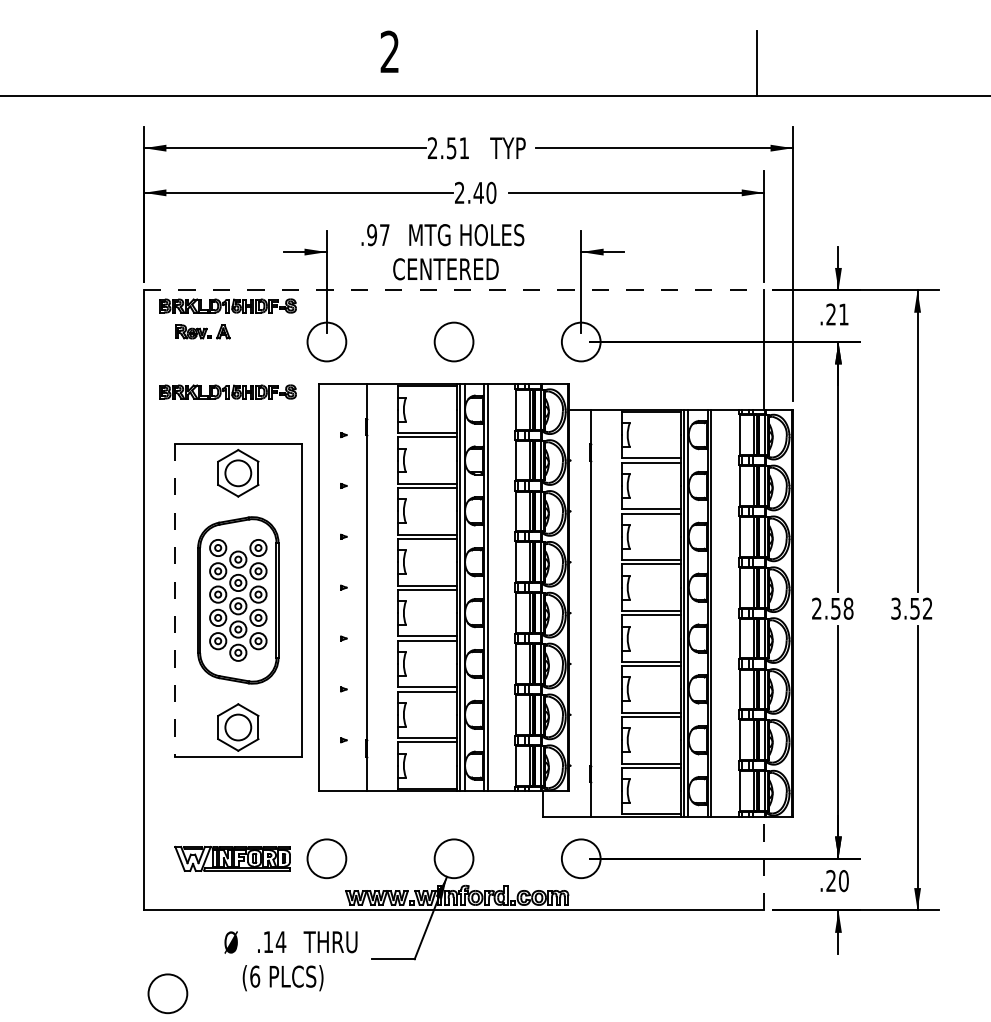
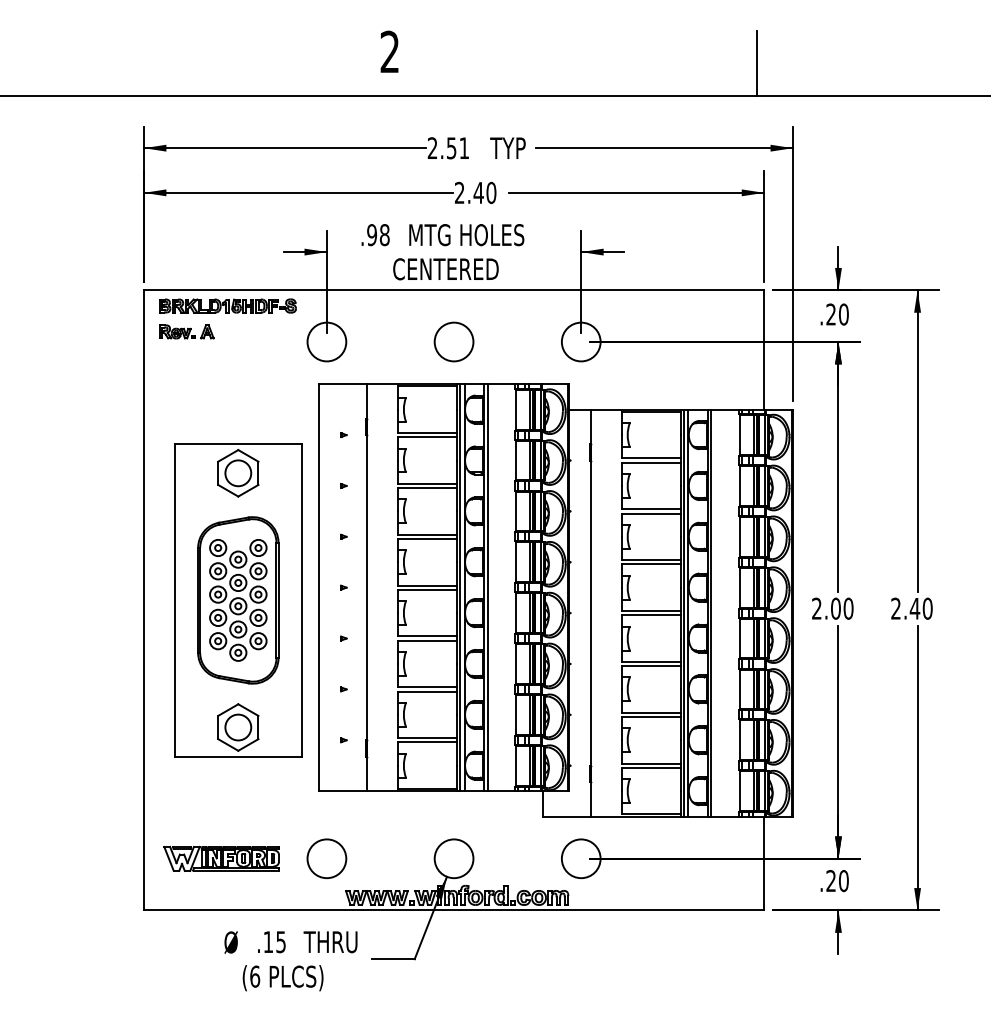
text at (384, 235): .97 -> .98
line at (454, 290): dashed -> solid
text at (843, 314): .21 -> .20
part at (202, 331) position: (202, 331) -> (186, 331)
part at (227, 391): present -> none
line at (174, 600): dashed -> solid
text at (842, 608): 2.58 -> 2.00
text at (911, 608): 3.52 -> 2.40
part at (232, 858) position: (232, 858) -> (221, 858)
line at (764, 863): dashed -> solid
text at (280, 942): .14 -> .15
circle at (167, 993): present -> none
